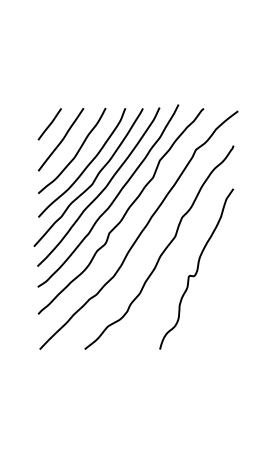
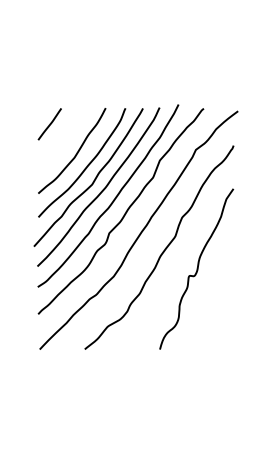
curve at (61, 139): present -> none
